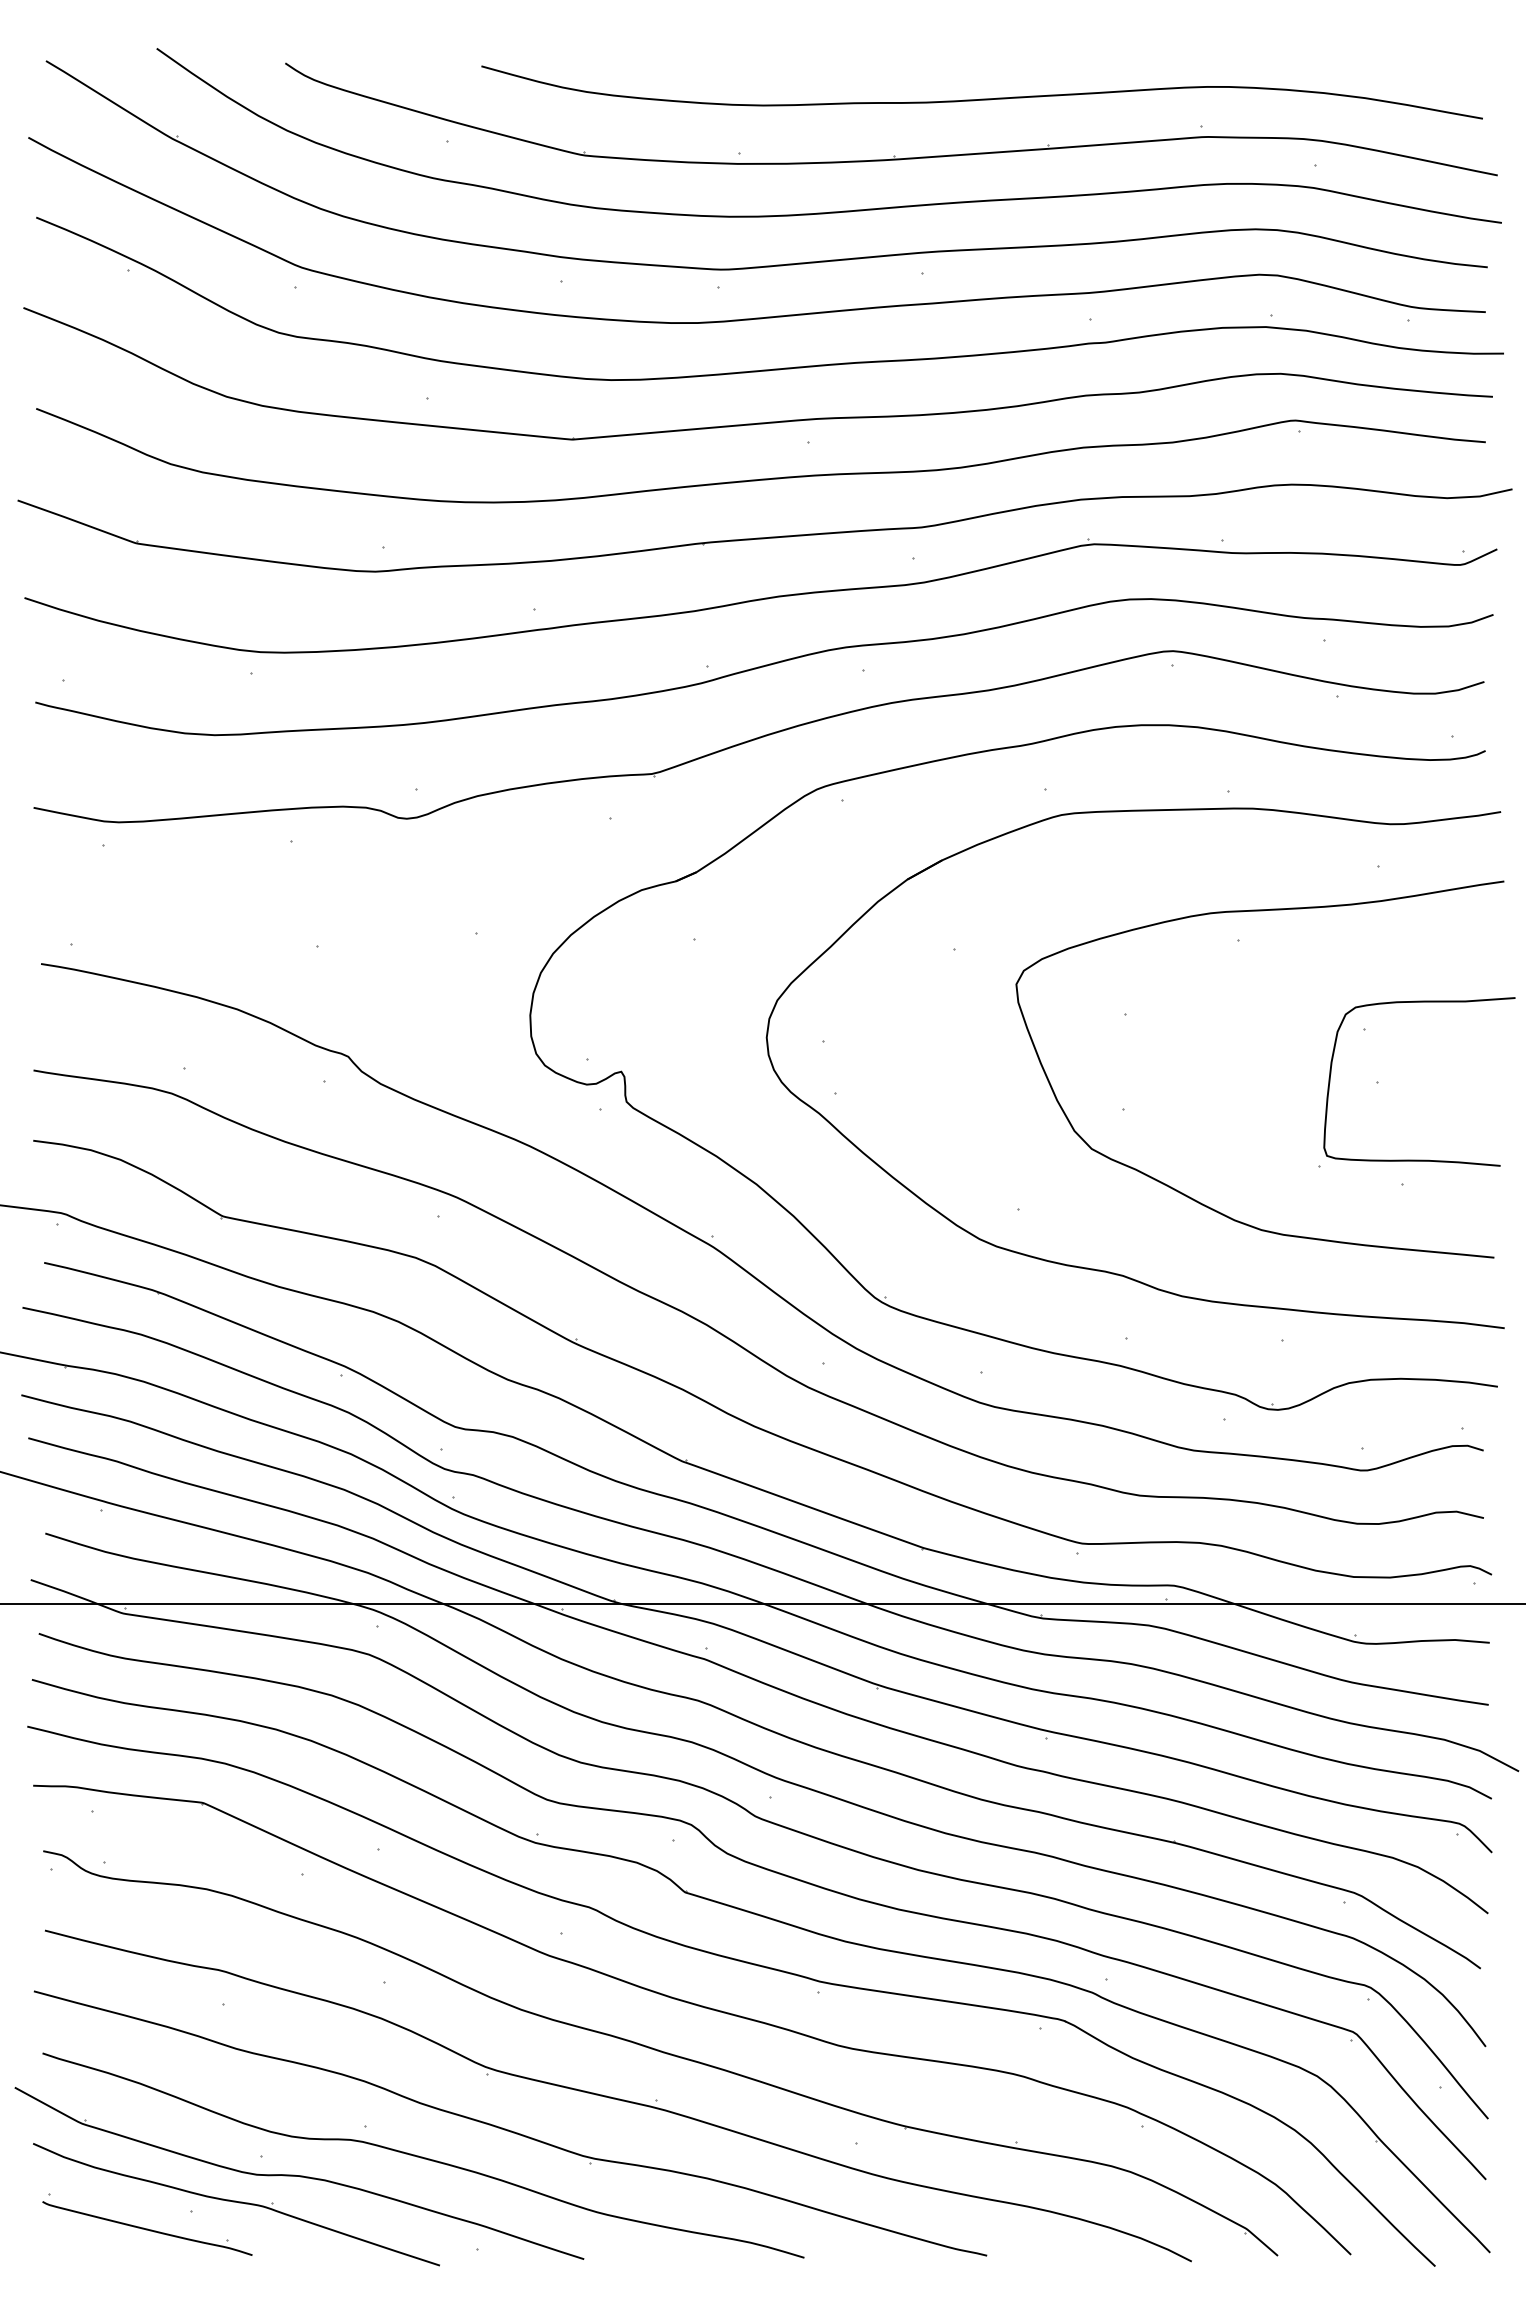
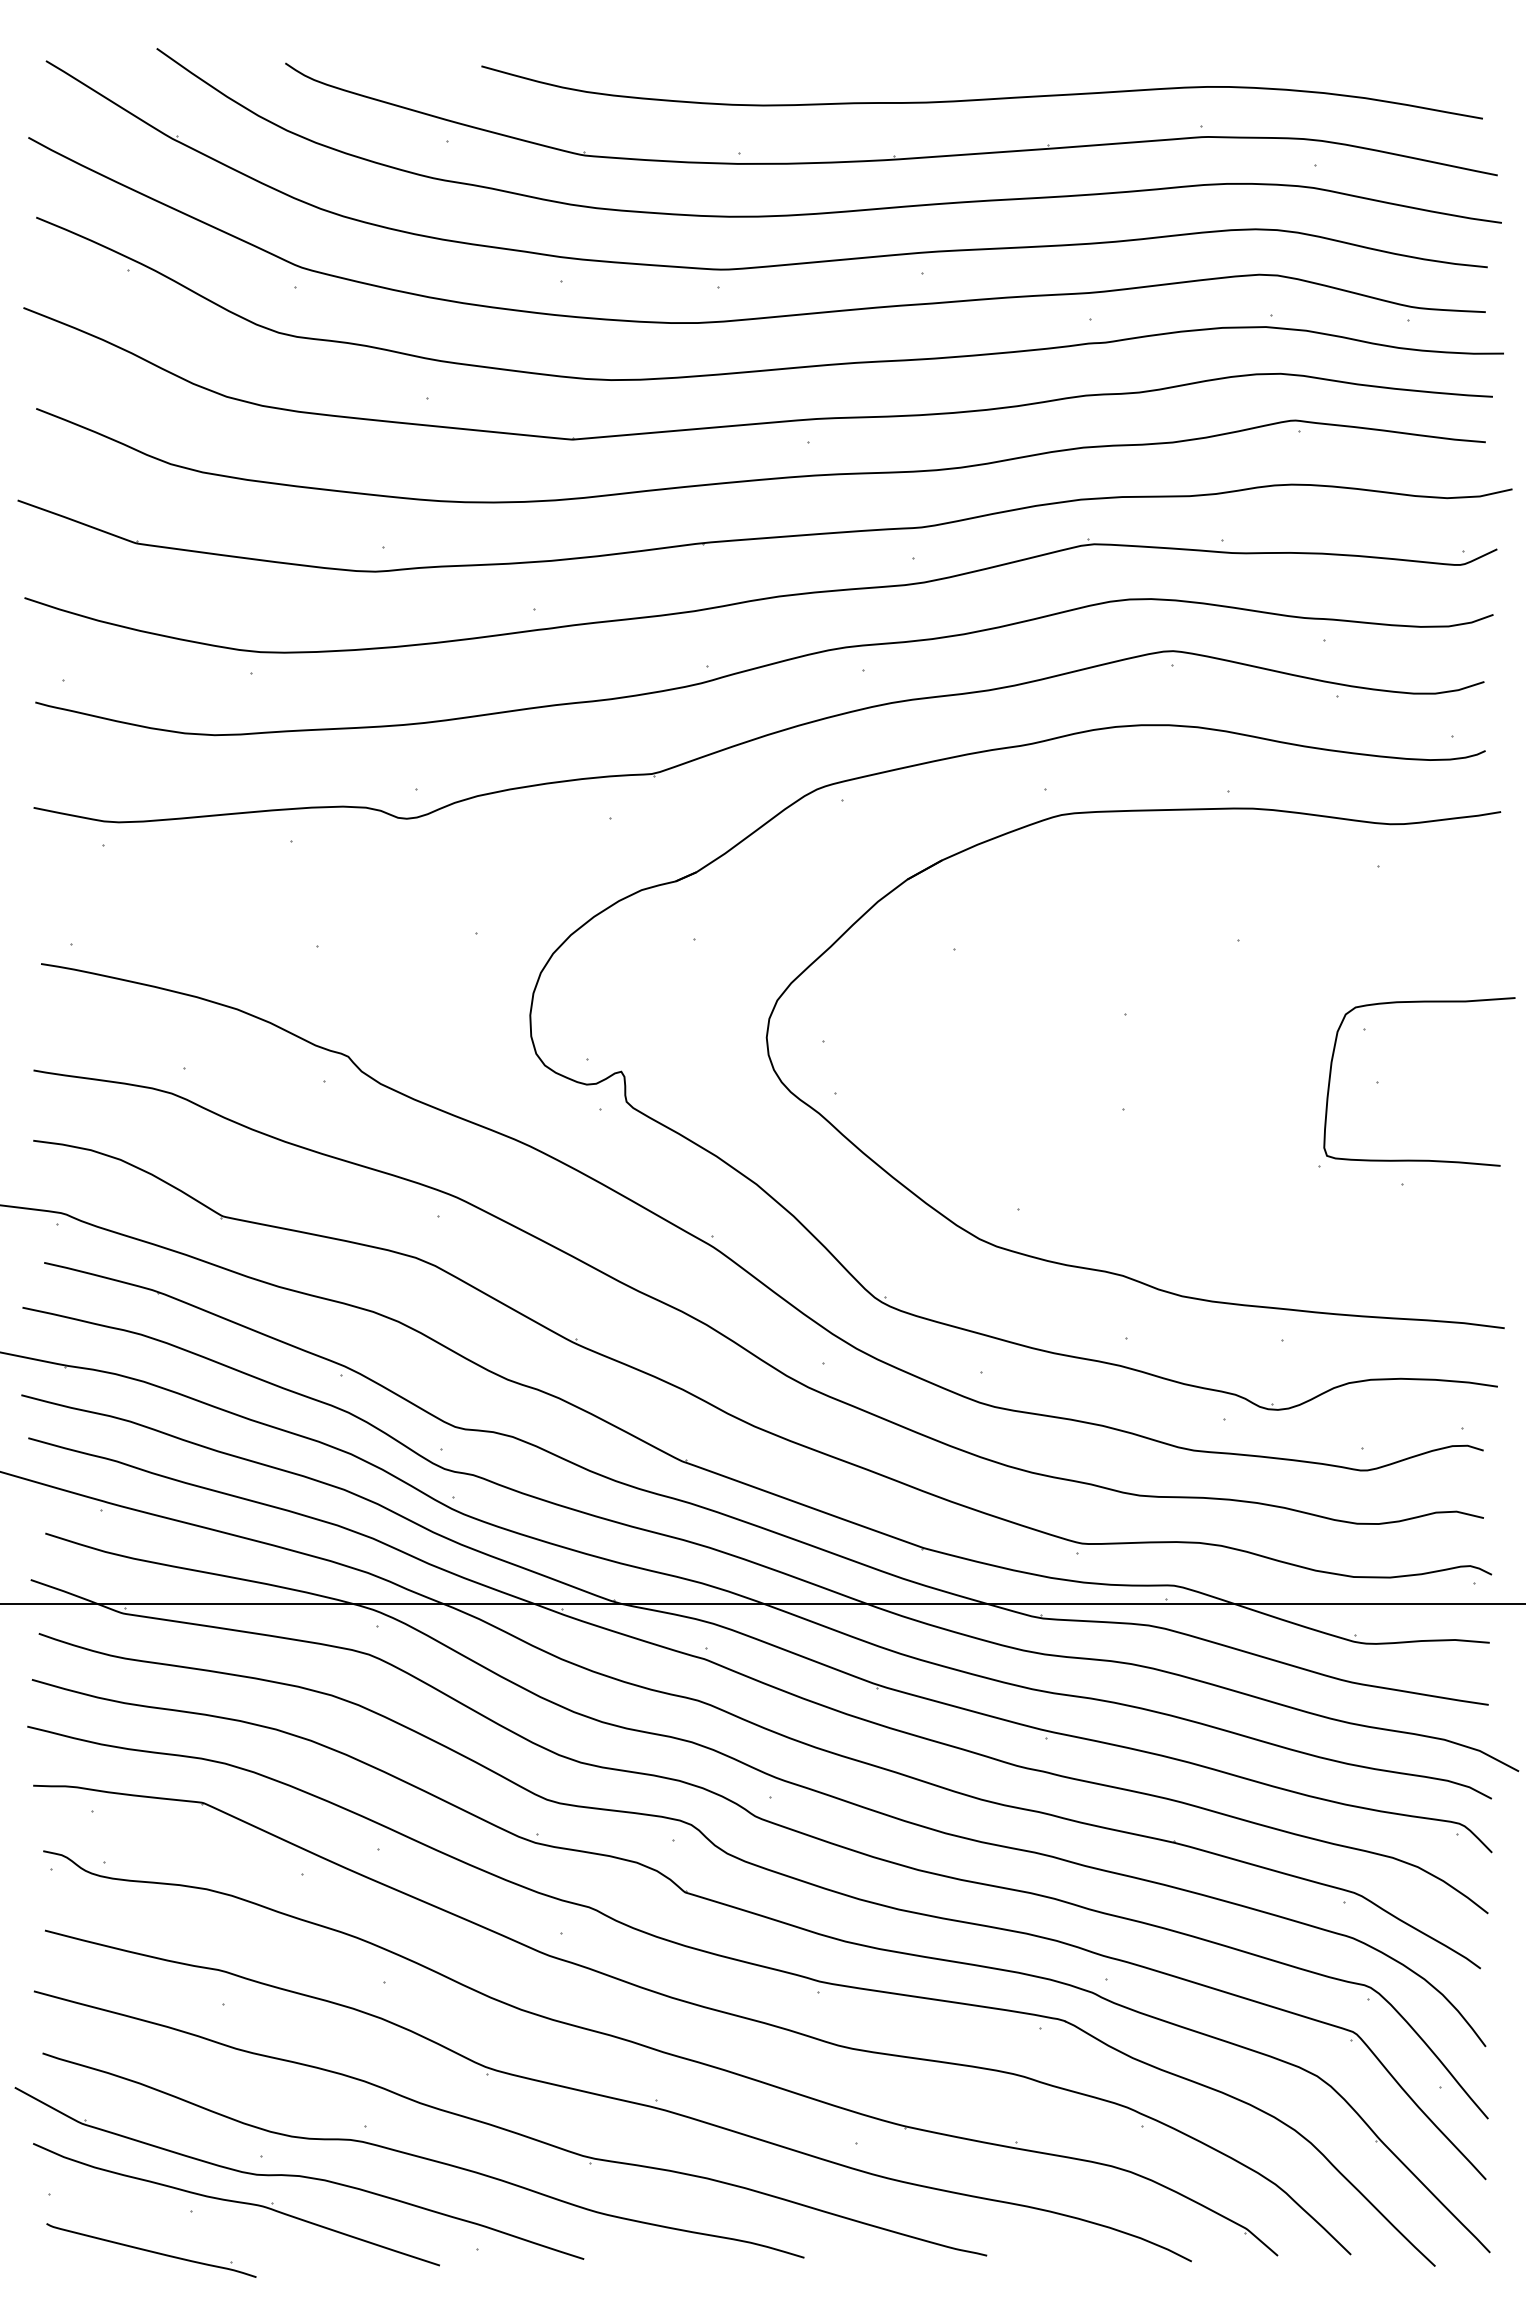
curve at (1186, 1194): present -> none
part at (147, 2228) position: (147, 2228) -> (151, 2250)
